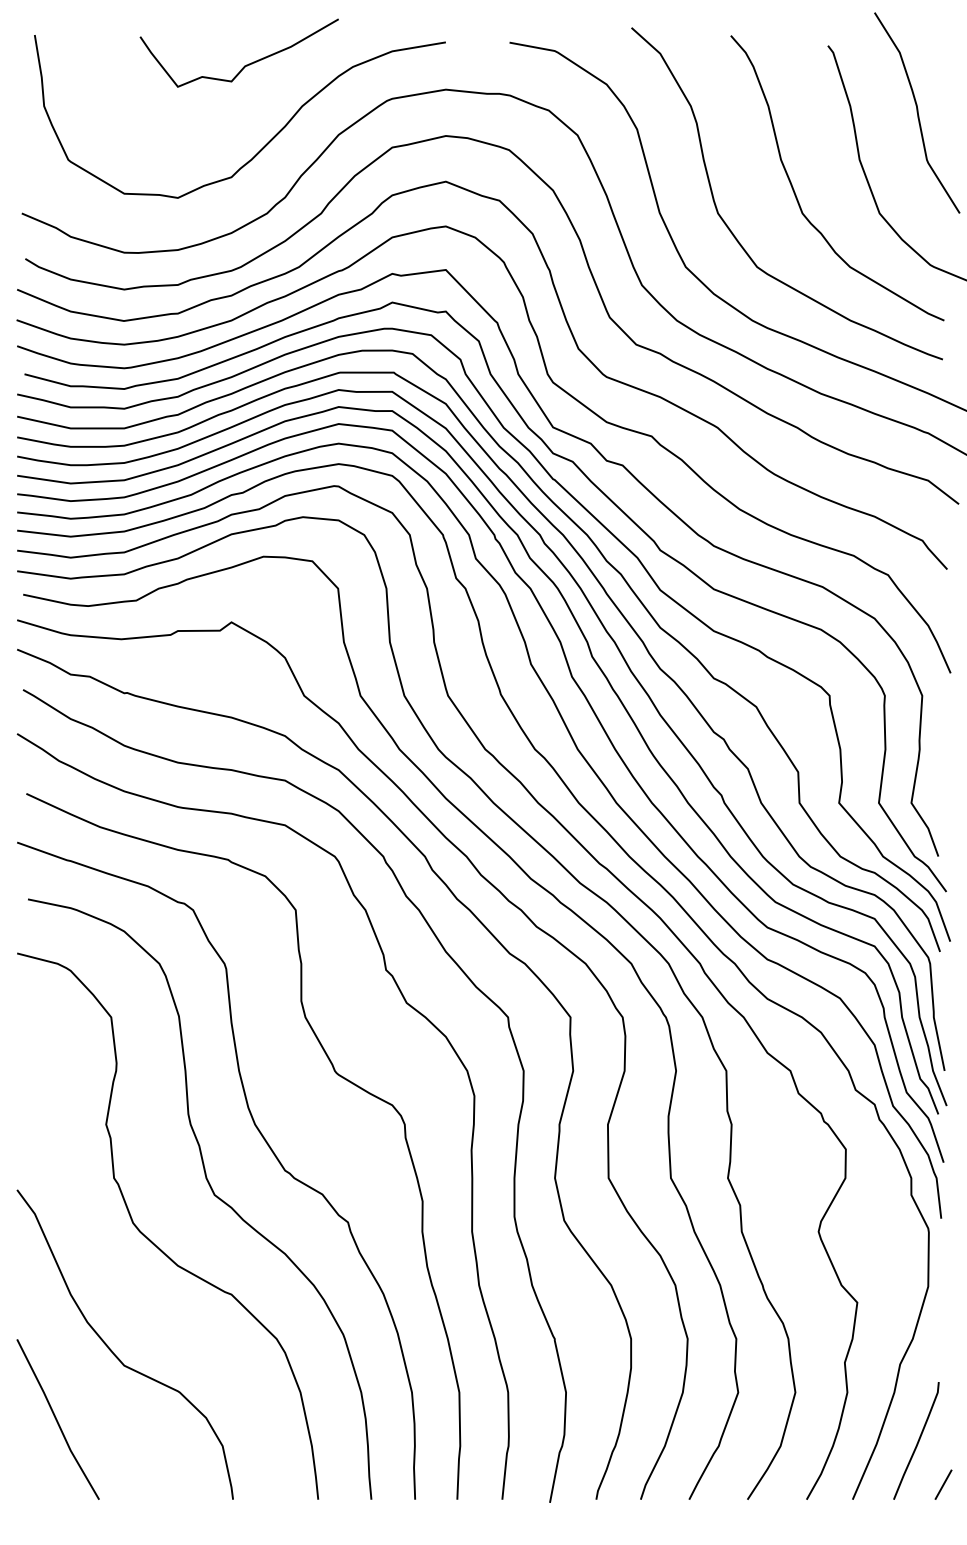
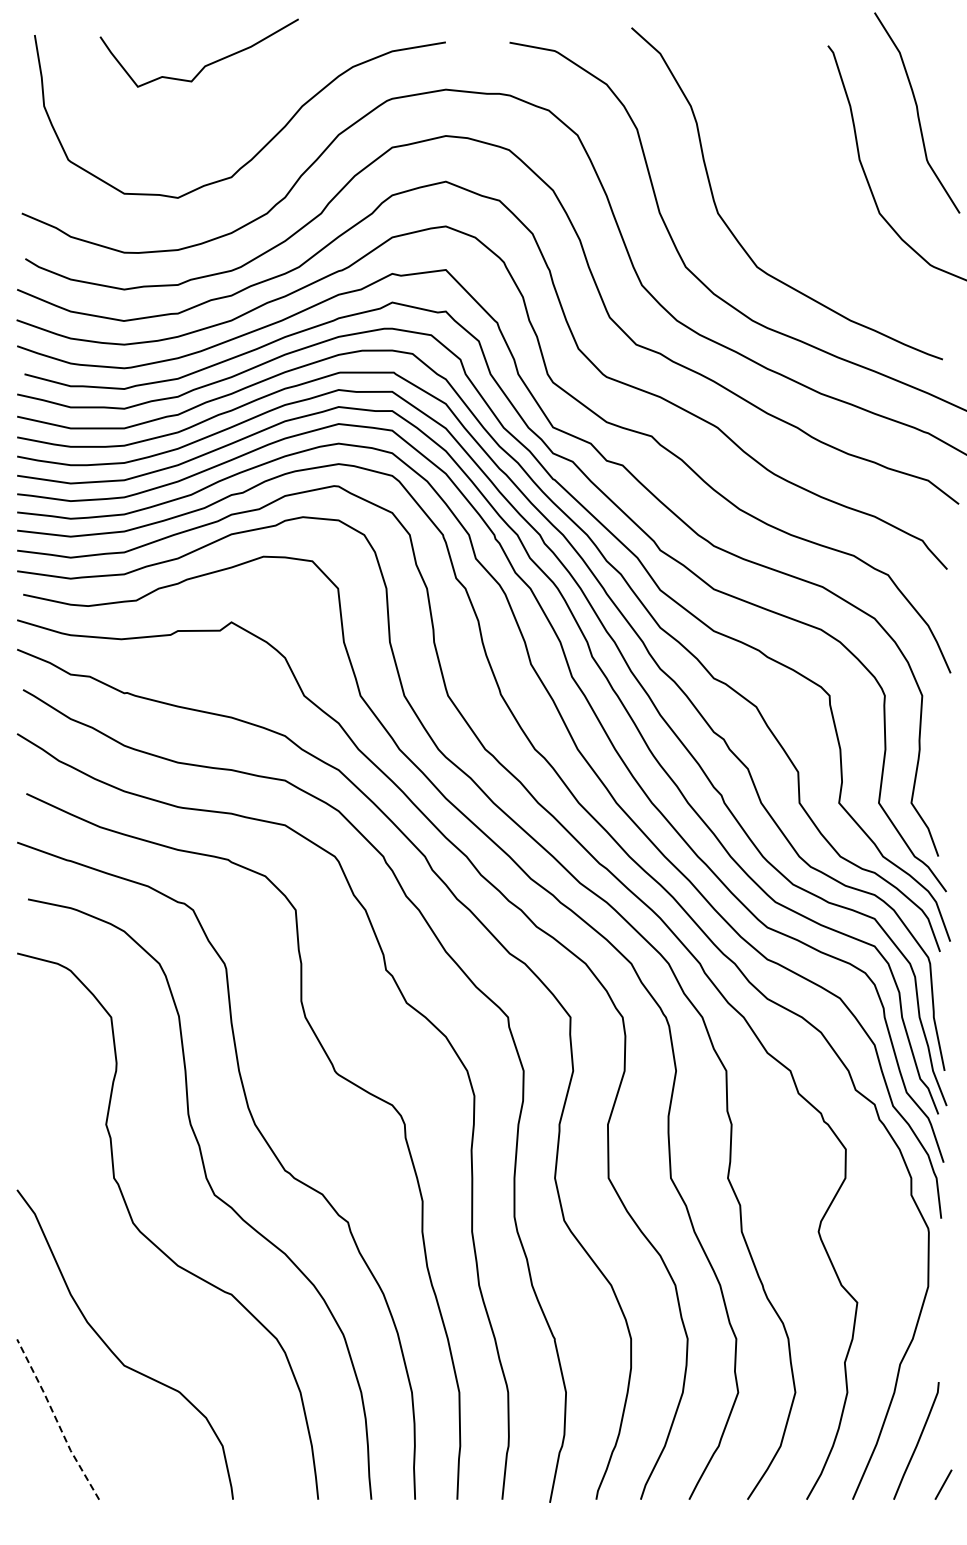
curve at (244, 65) position: (244, 65) -> (204, 65)
curve at (796, 194): present -> none
line at (56, 1420): solid -> dashed
